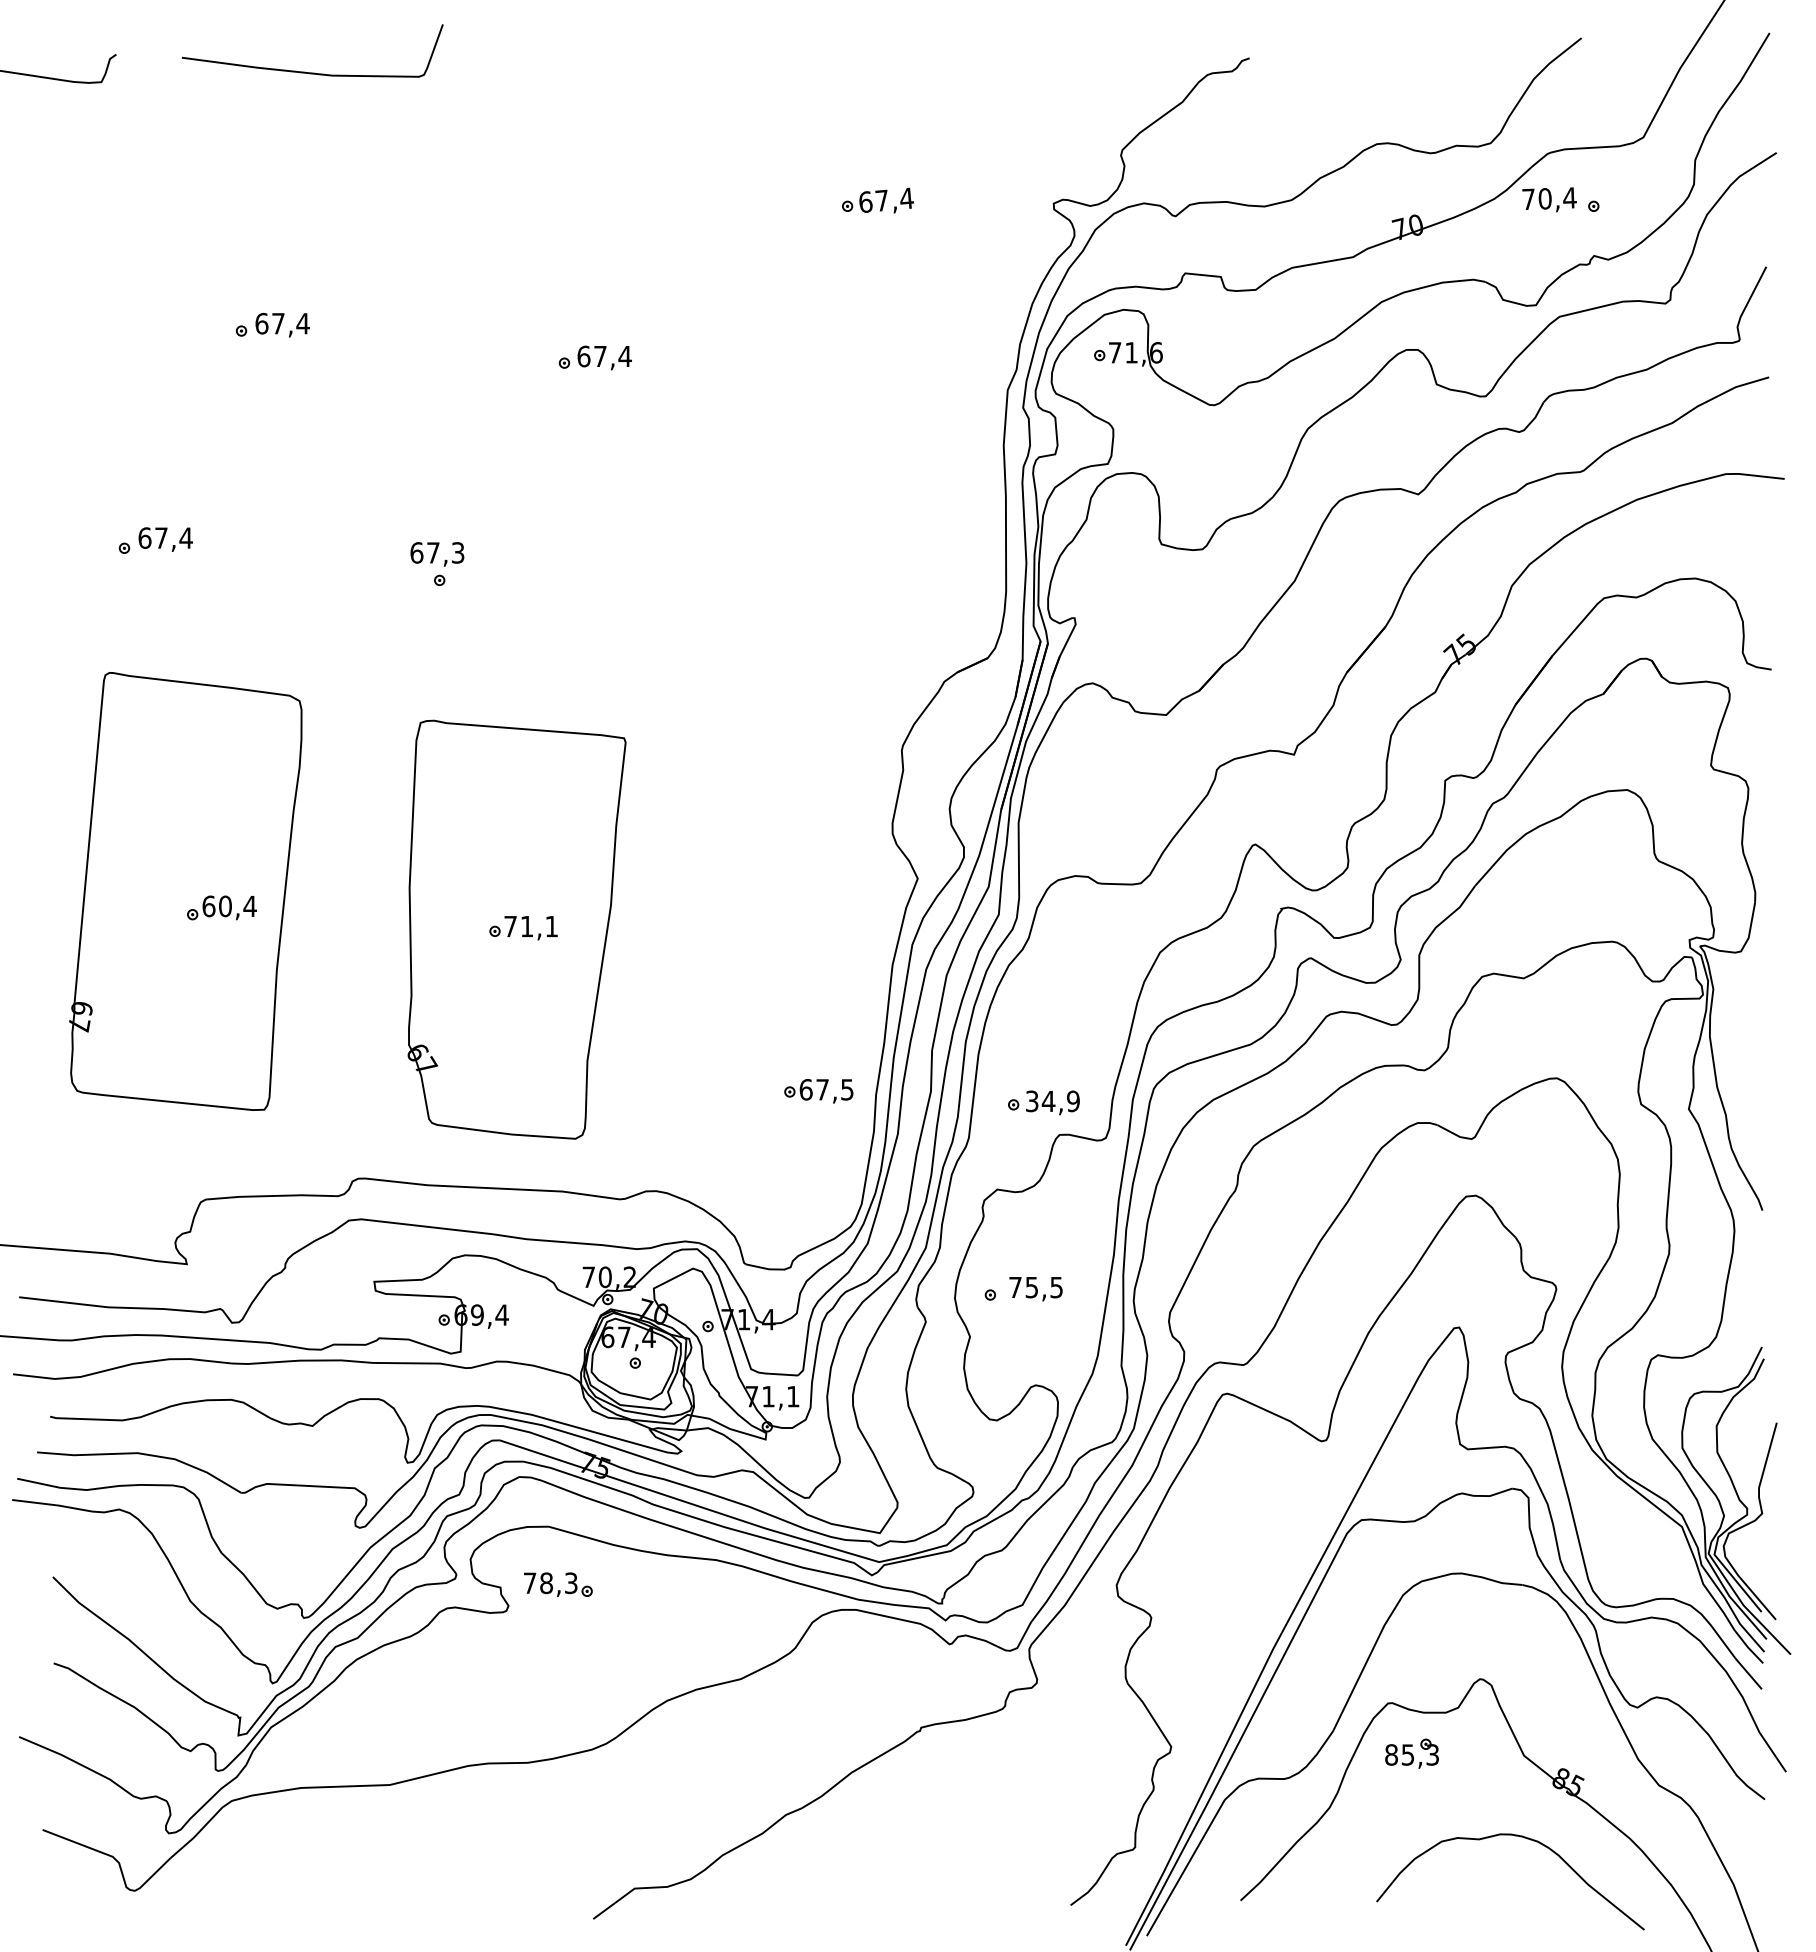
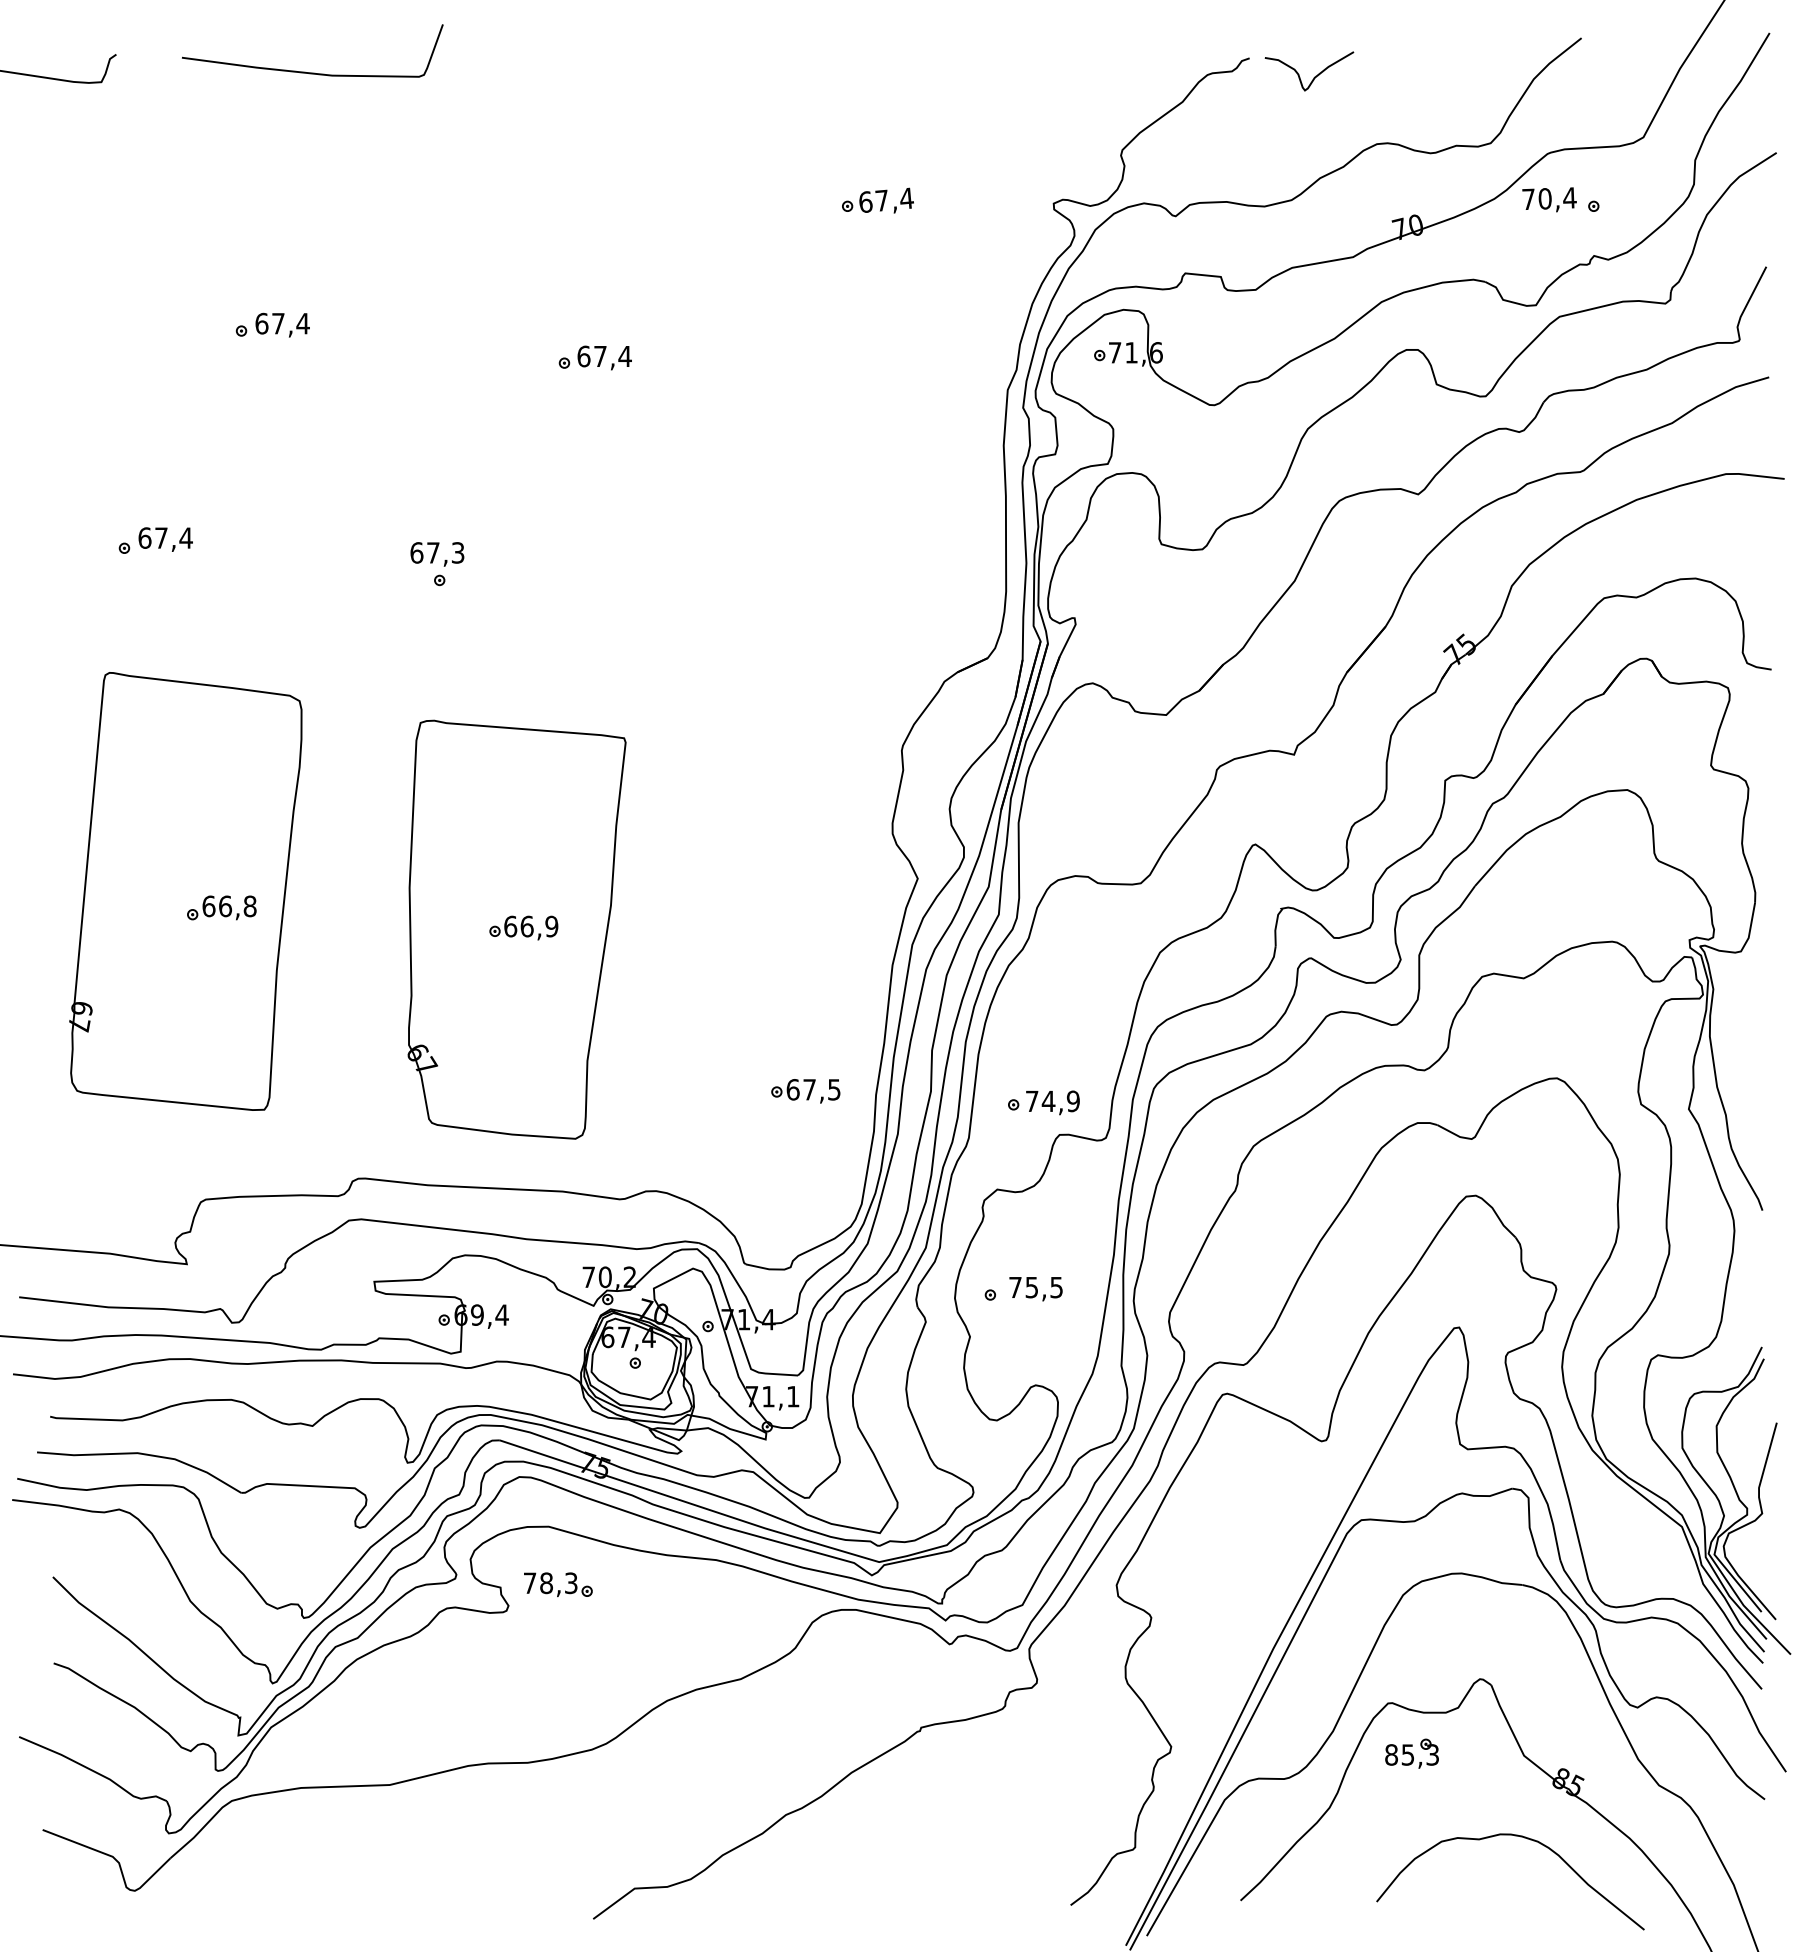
curve at (1314, 76): none -> present
text at (237, 906): 60,4 -> 66,8
text at (531, 926): 71,1 -> 66,9
part at (818, 1091) position: (818, 1091) -> (805, 1091)
text at (1032, 1101): 34,9 -> 74,9
